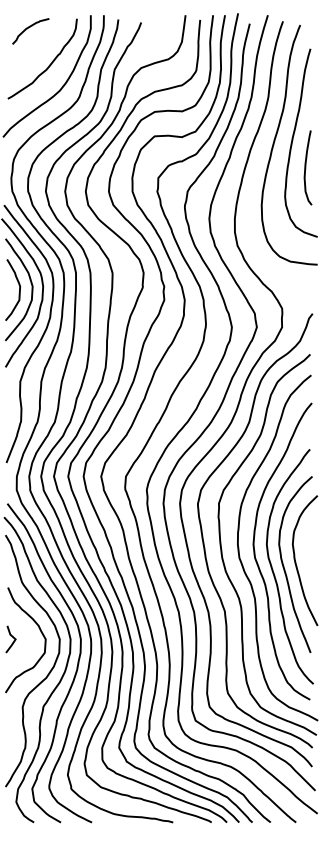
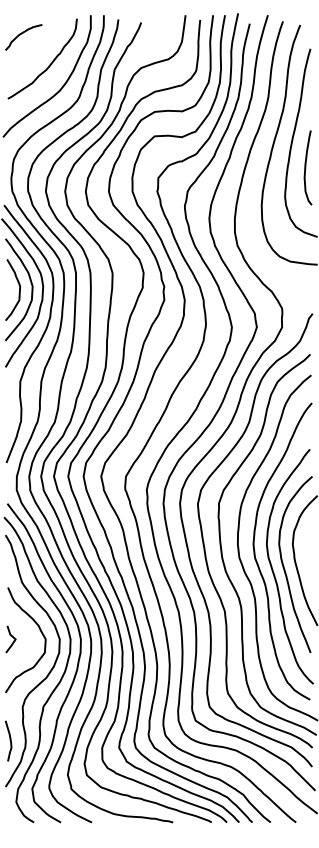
curve at (29, 28) position: (29, 28) -> (22, 34)
curve at (9, 740): none -> present
